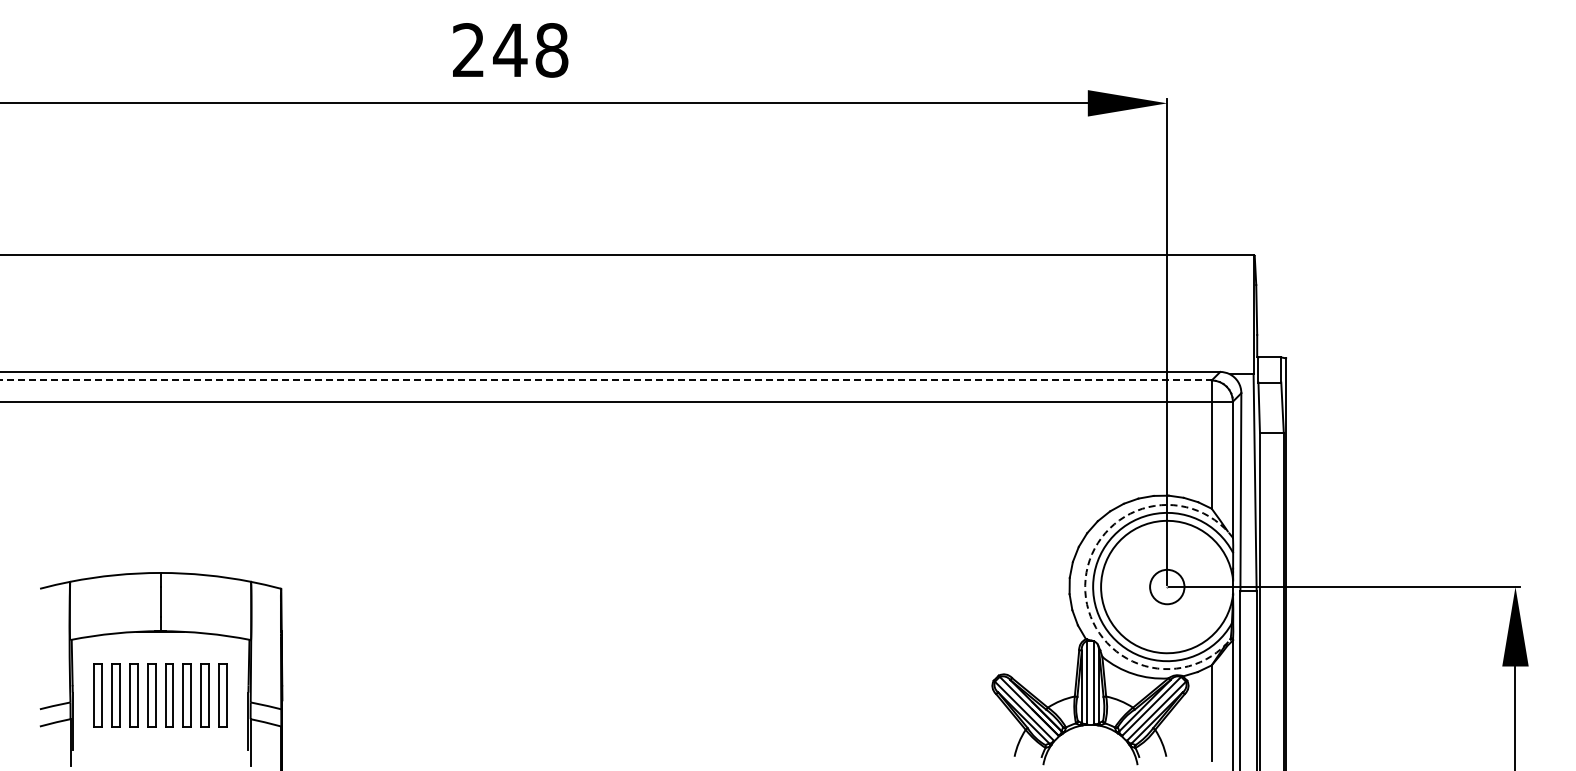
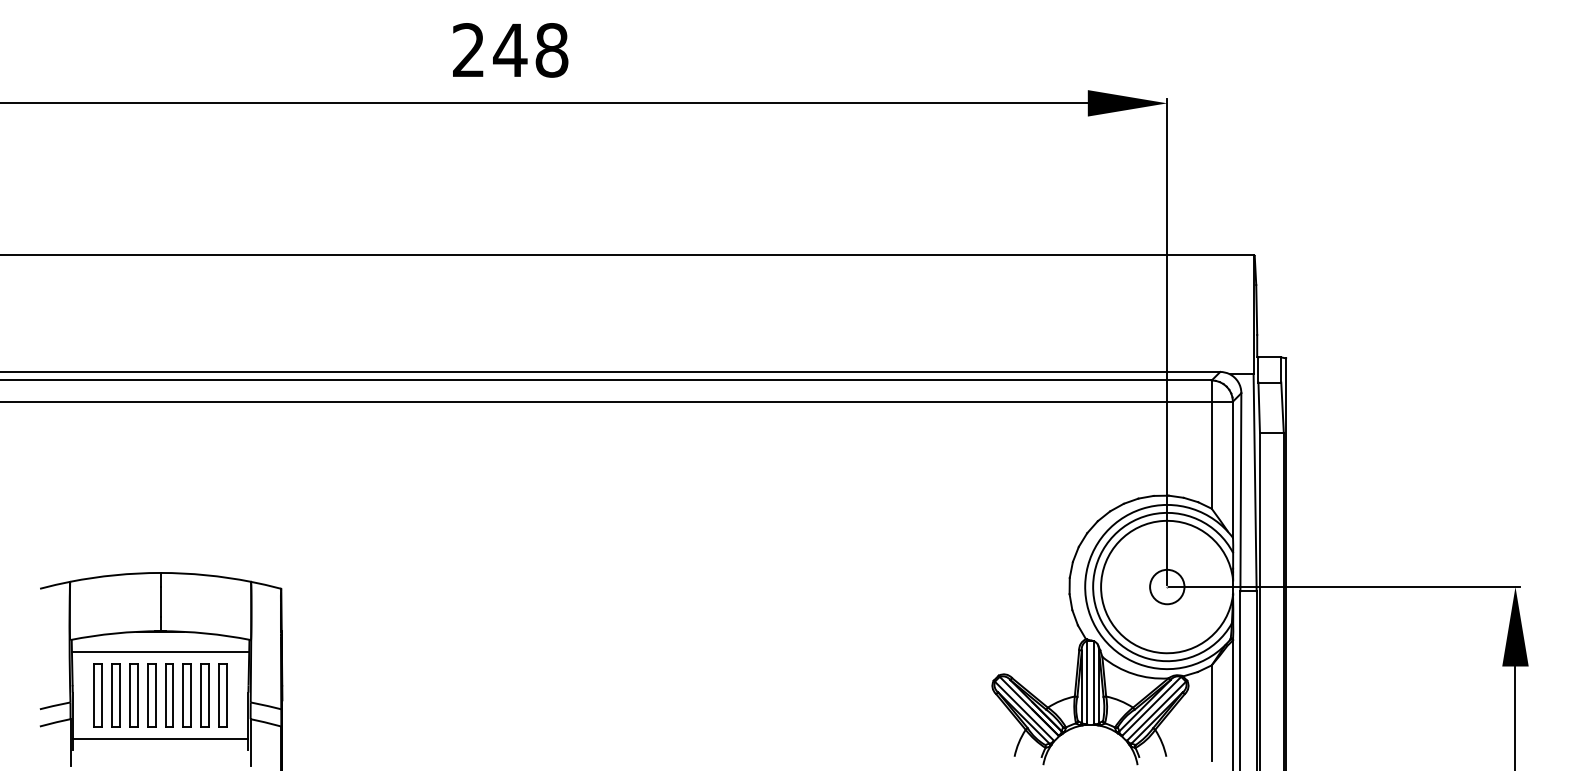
line at (605, 380): dashed -> solid
arc at (1085, 585): dashed -> solid
line at (160, 652): none -> present
line at (160, 738): none -> present
